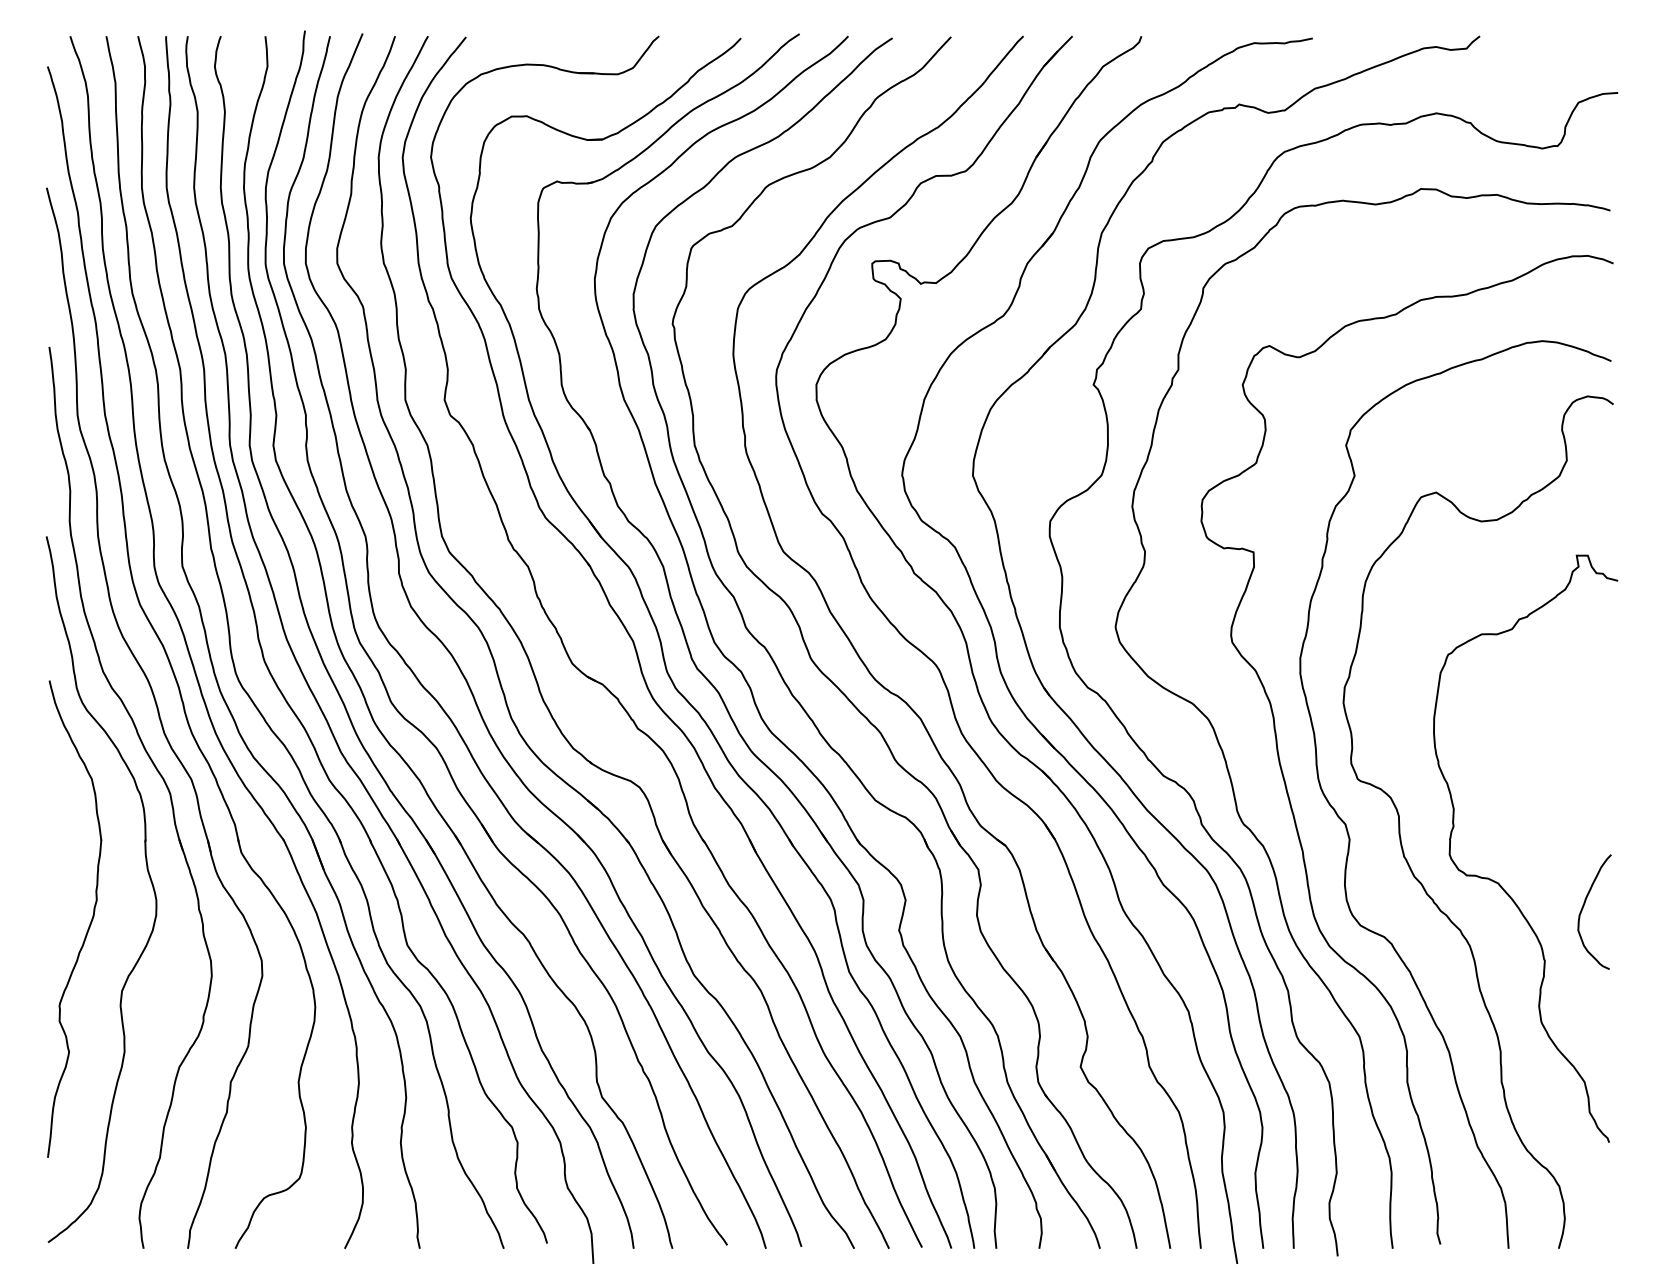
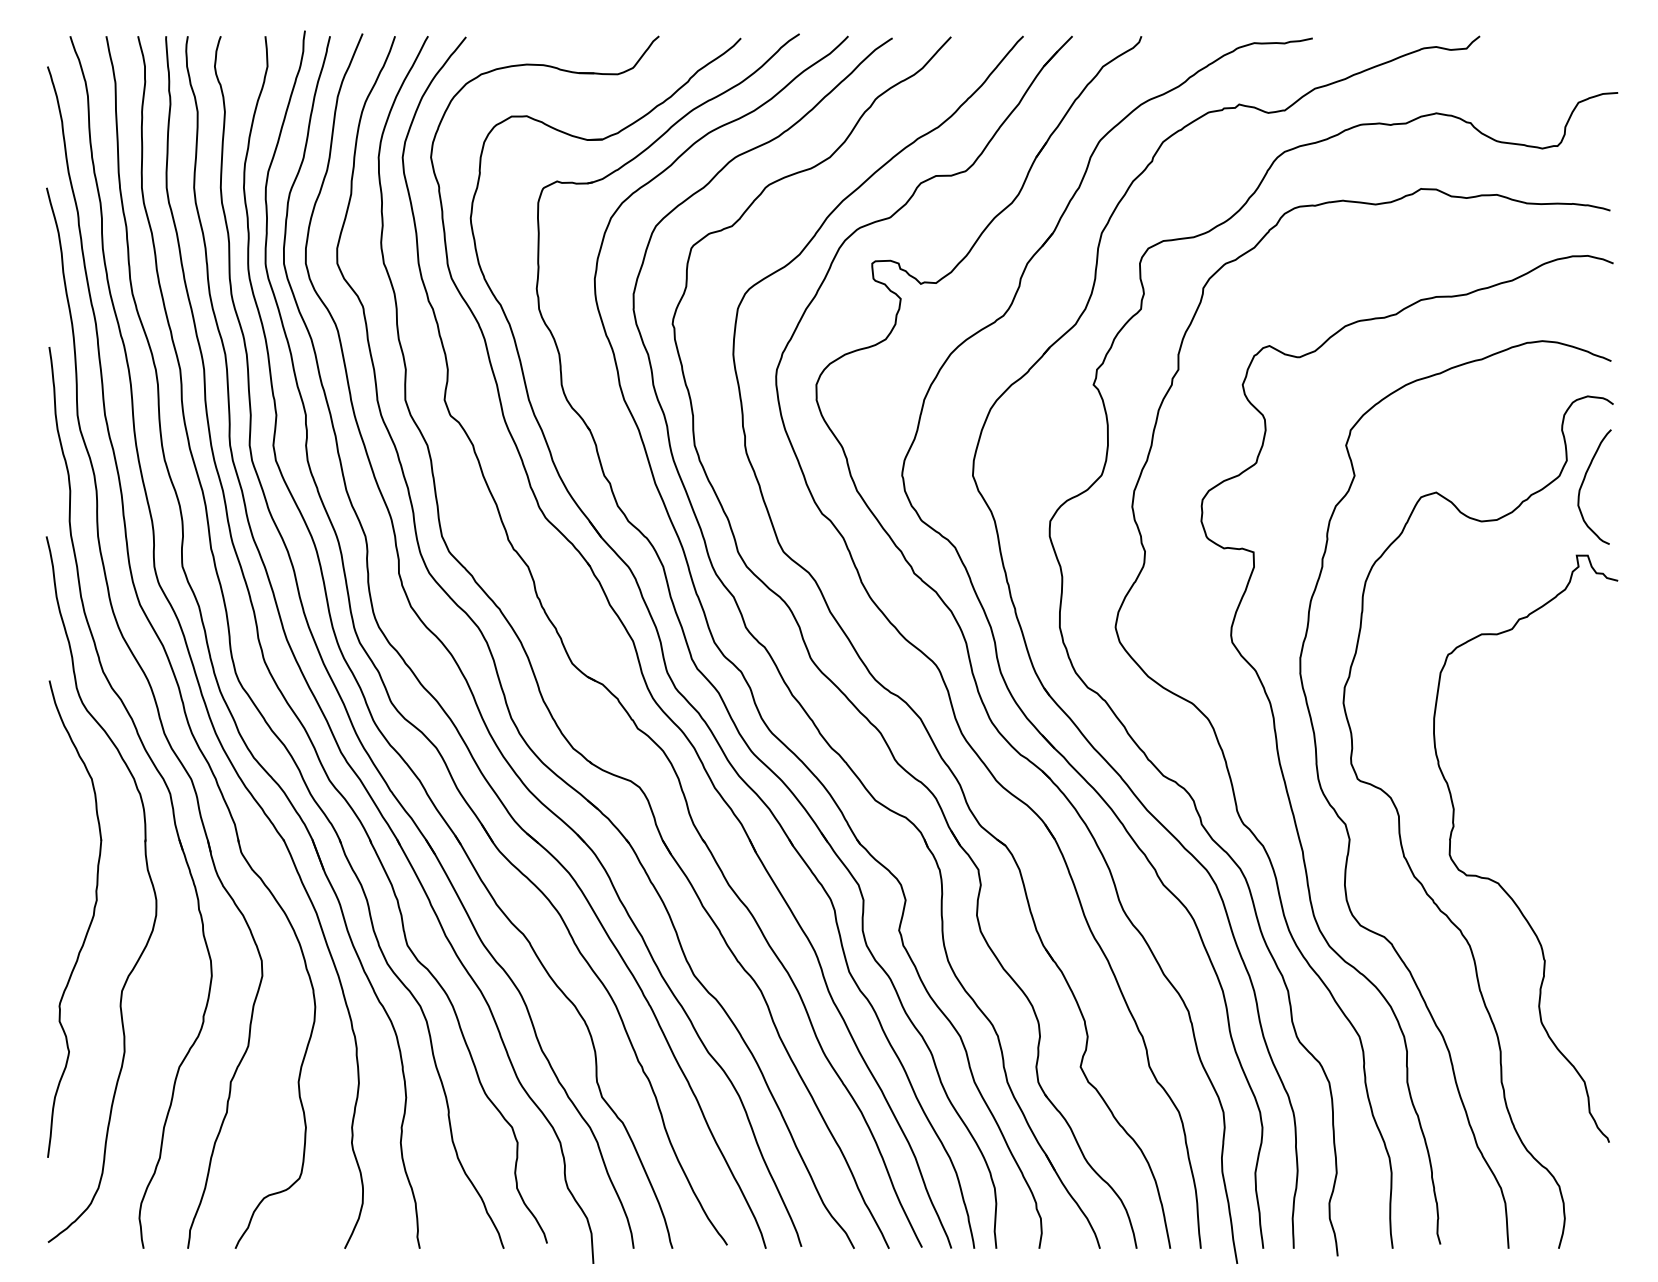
curve at (1584, 906) position: (1584, 906) -> (1584, 481)
